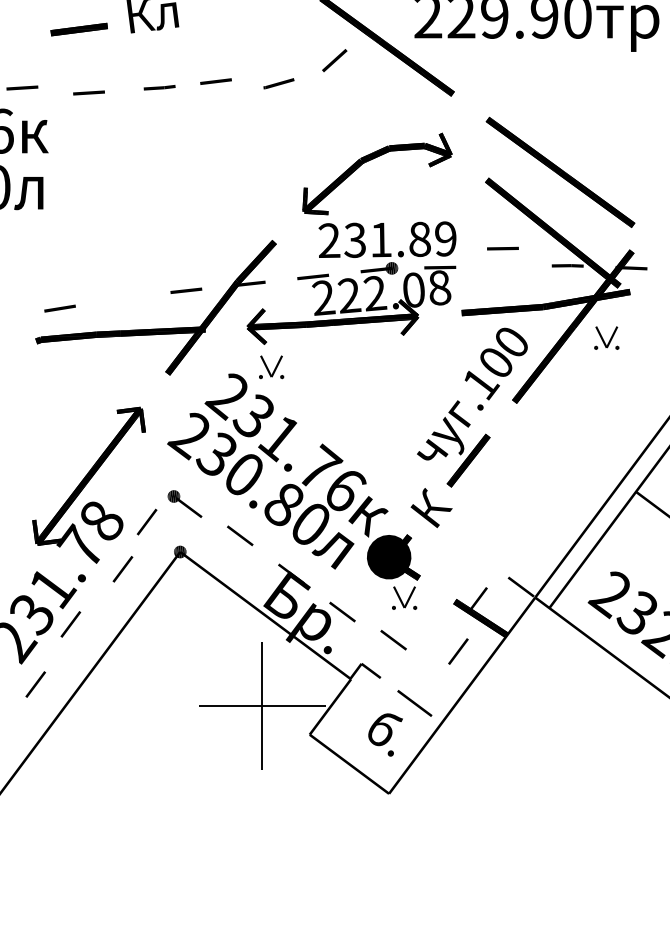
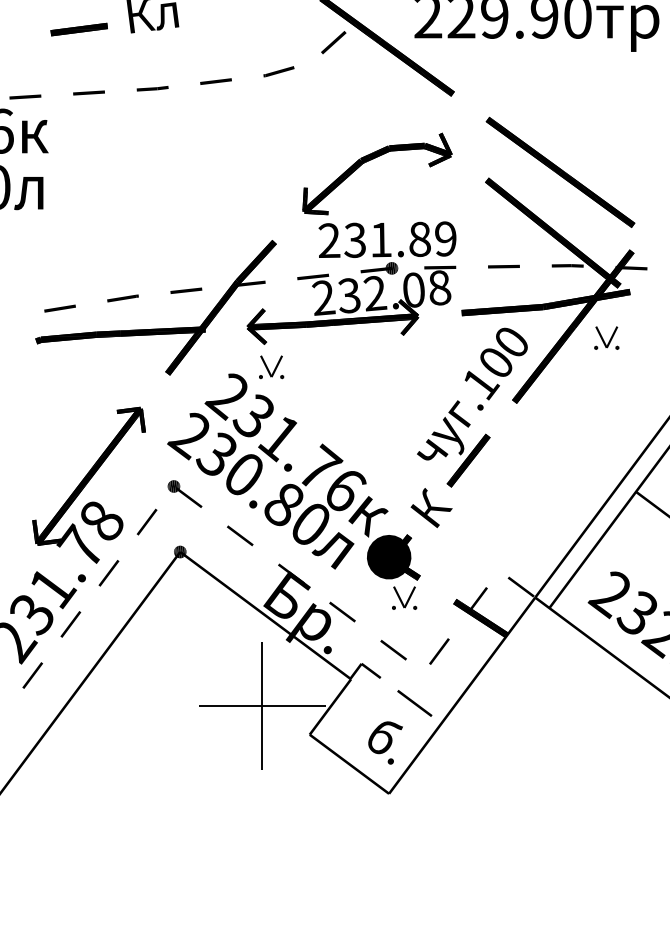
line at (334, 60) position: (334, 60) -> (333, 42)
line at (278, 83) position: (278, 83) -> (278, 71)
line at (22, 87) position: (22, 87) -> (25, 96)
line at (159, 87) position: (159, 87) -> (152, 88)
line at (502, 248) position: (502, 248) -> (503, 266)
text at (349, 295): 222.08 -> 232.08
line at (122, 298): none -> present
part at (184, 503) position: (184, 503) -> (184, 493)
line at (122, 569) position: (122, 569) -> (108, 573)
line at (393, 639) position: (393, 639) -> (393, 649)
line at (458, 651) position: (458, 651) -> (439, 651)
line at (35, 684) position: (35, 684) -> (32, 675)
text at (385, 734) position: (385, 734) -> (385, 742)
